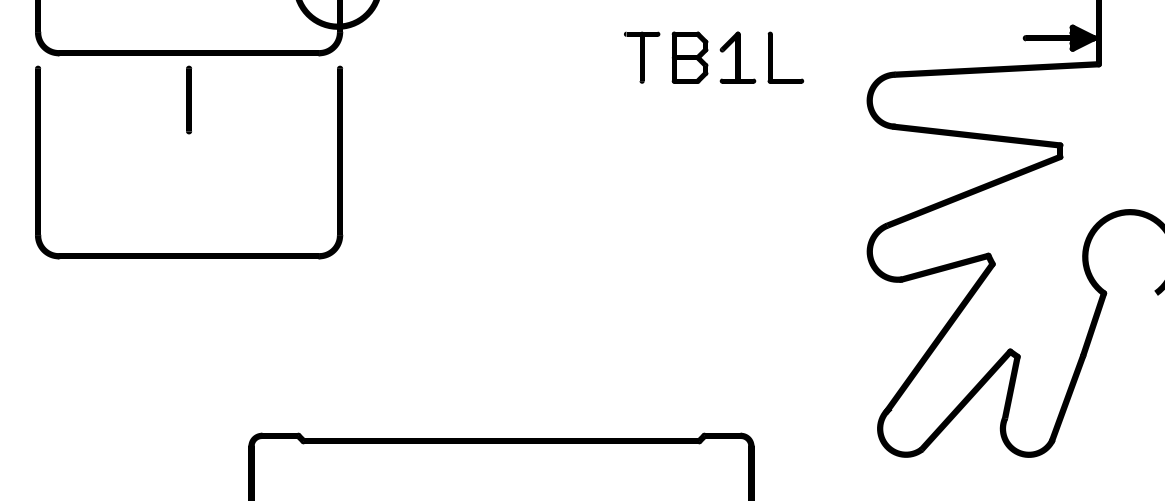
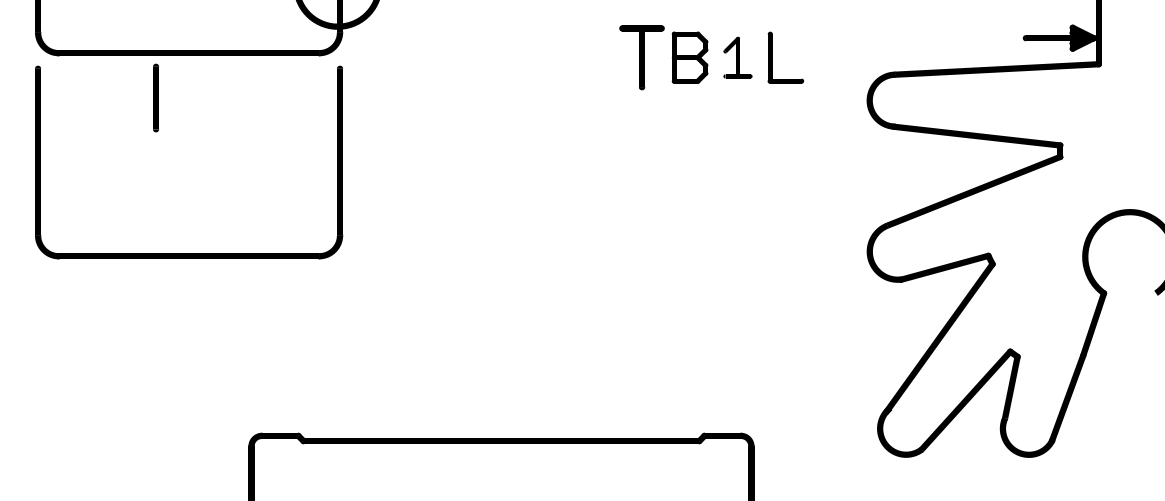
part at (642, 57) size: 37x53 px -> 46x66 px
part at (737, 57) size: 38x53 px -> 30x43 px
part at (189, 99) position: (189, 99) -> (156, 97)
